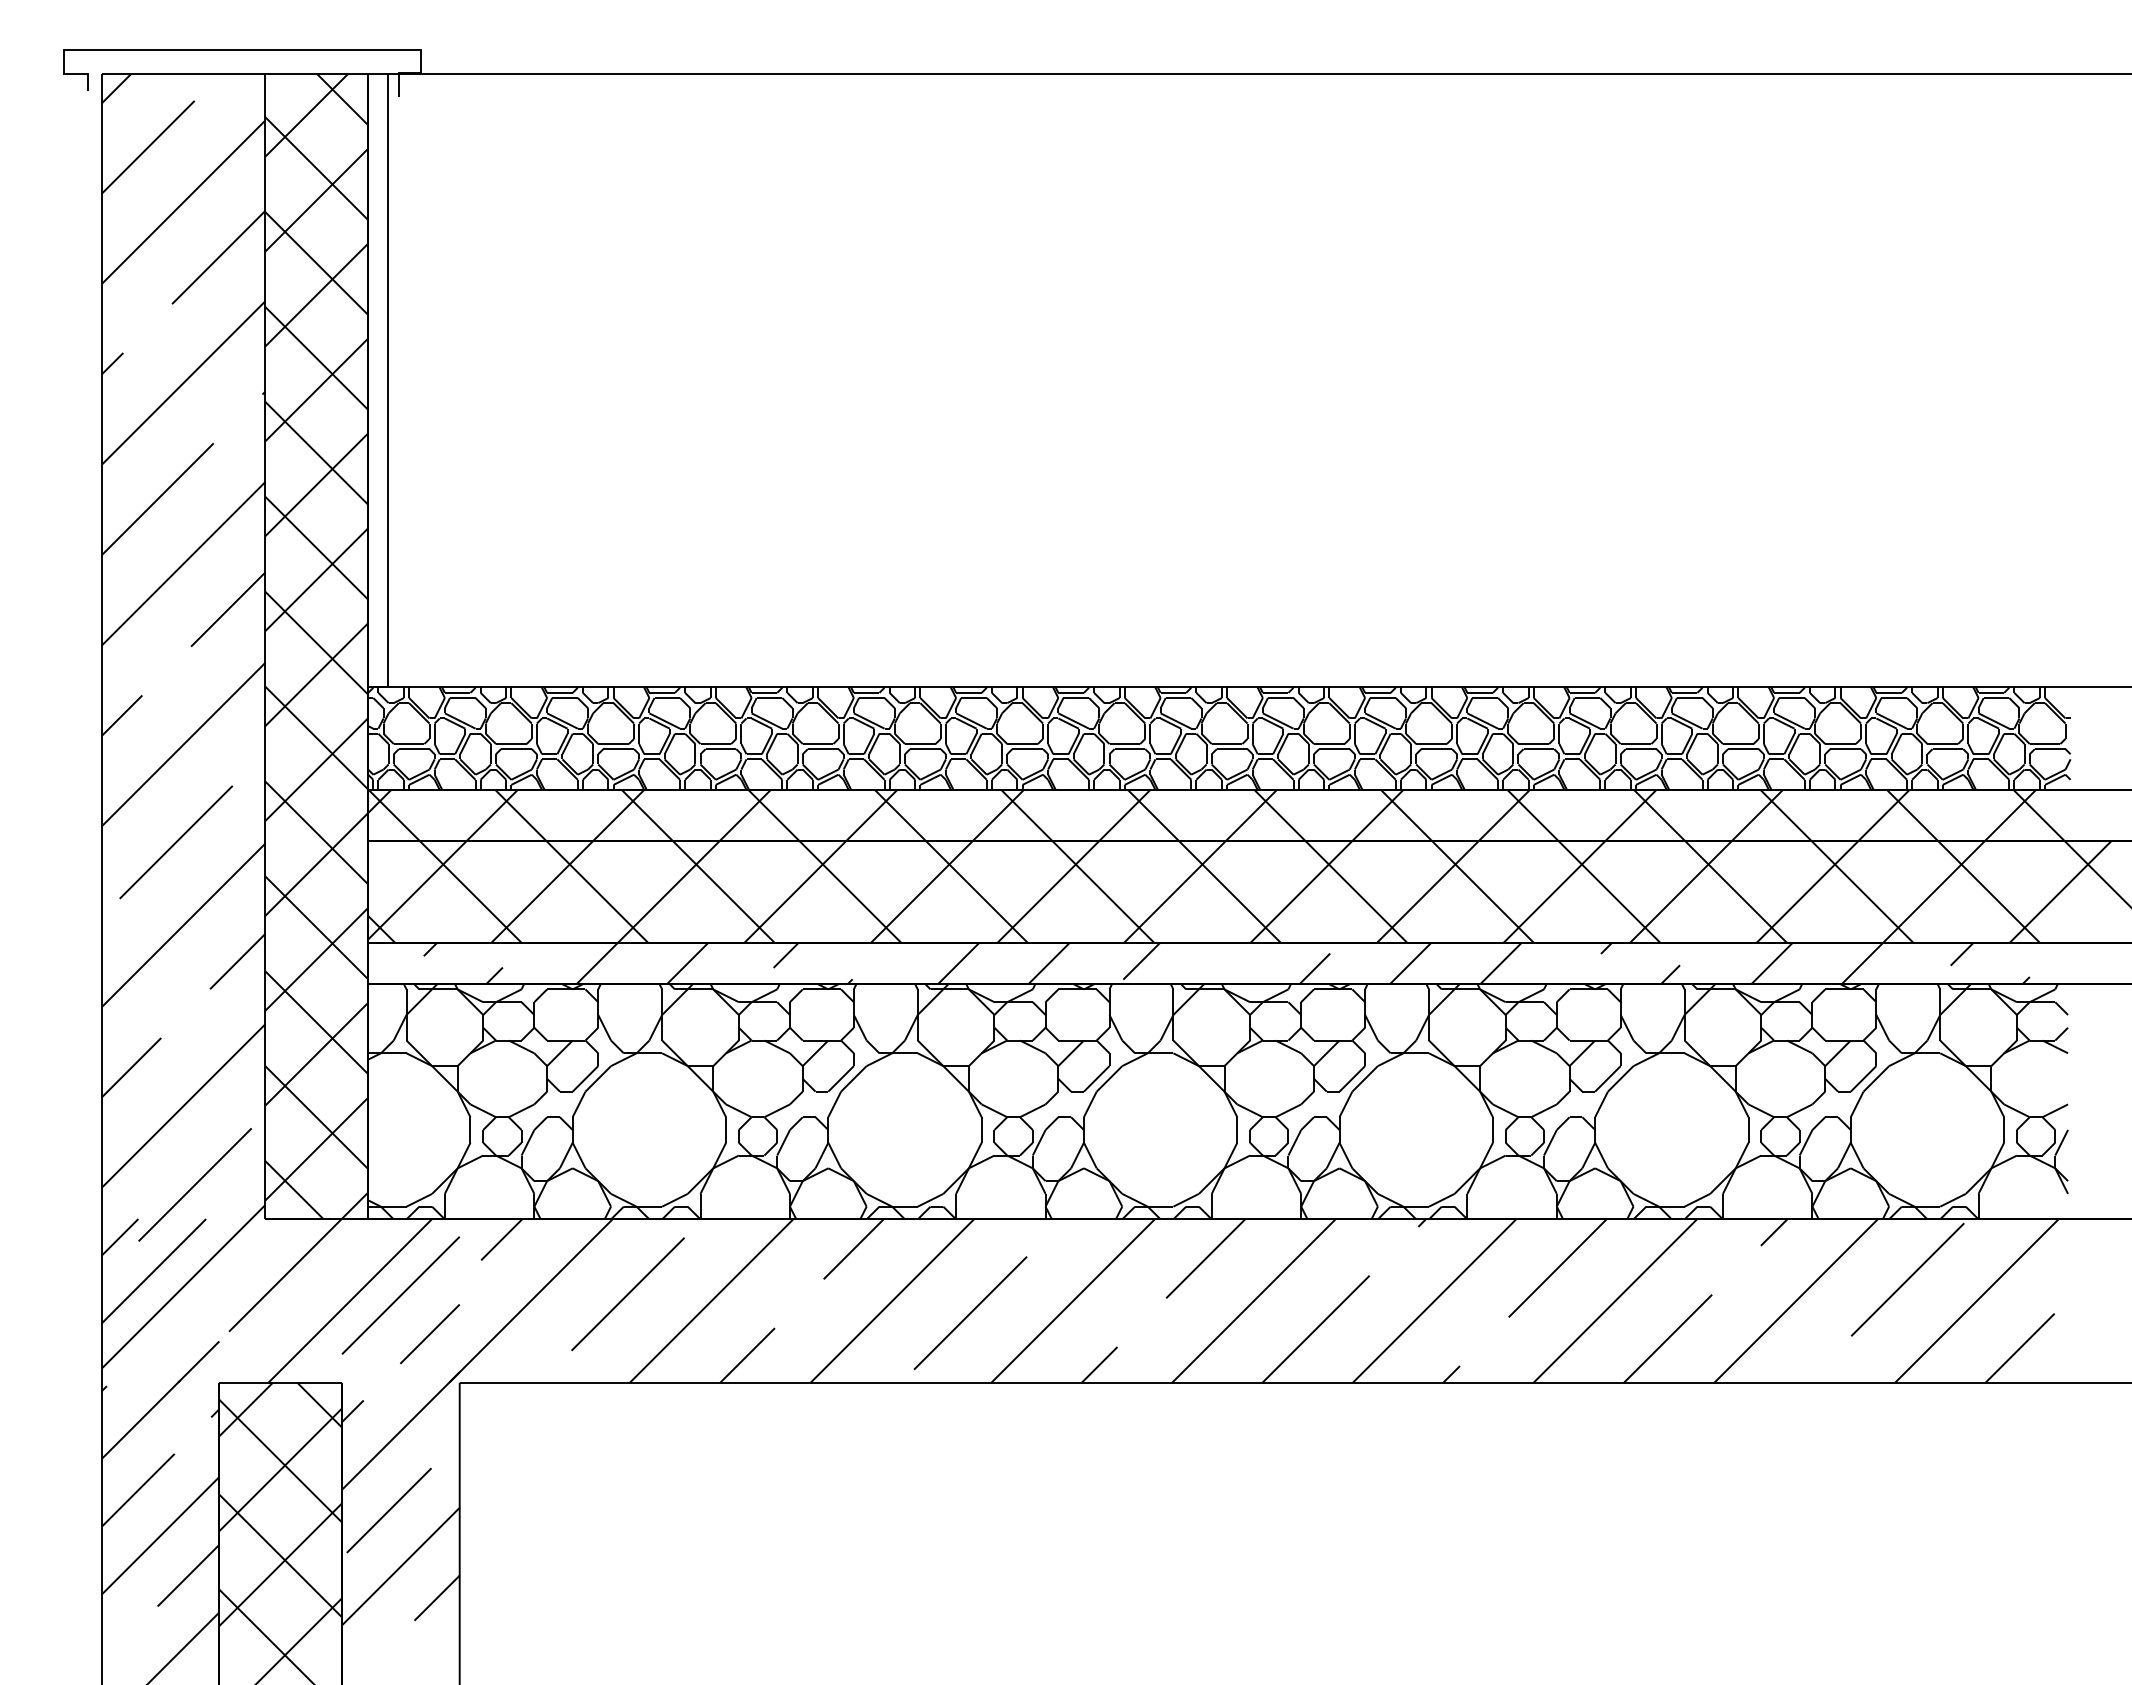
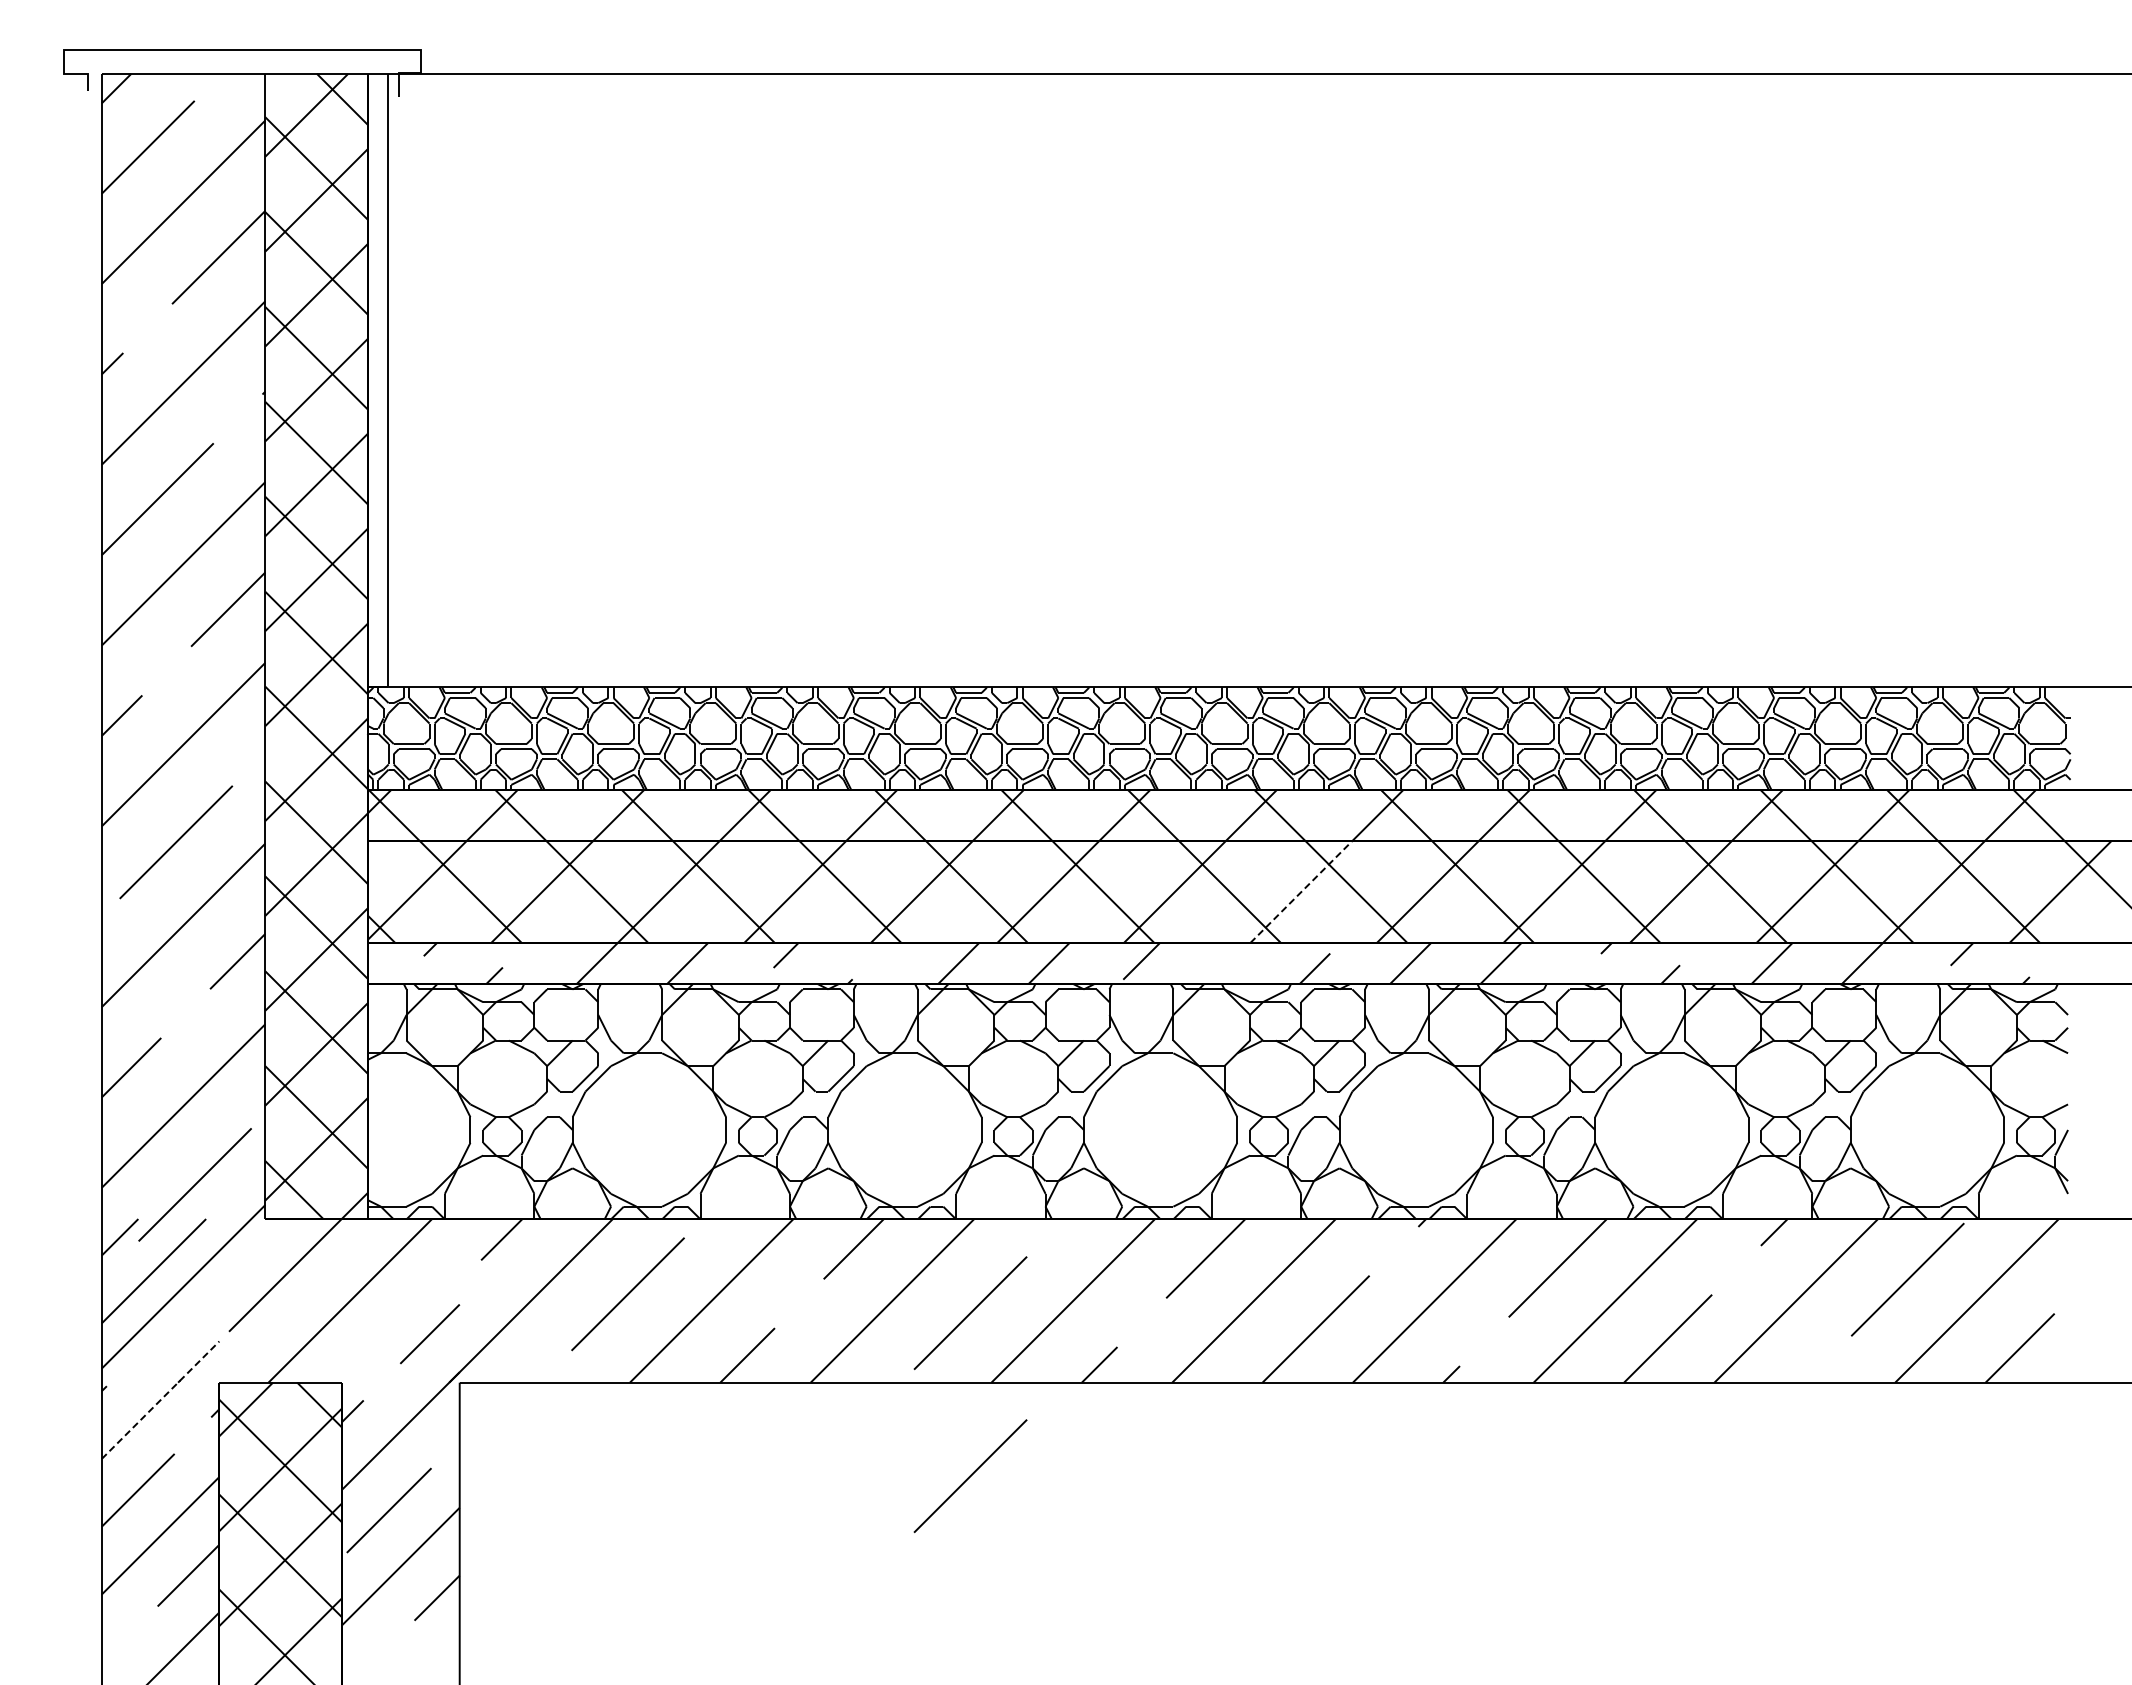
line at (1301, 891): solid -> dashed
line at (400, 1295): present -> none
line at (160, 1399): solid -> dashed
line at (970, 1475): none -> present
